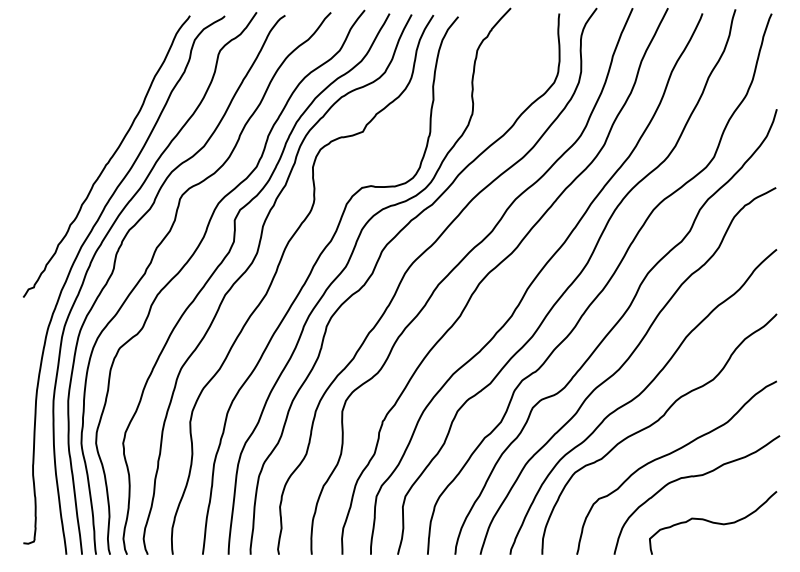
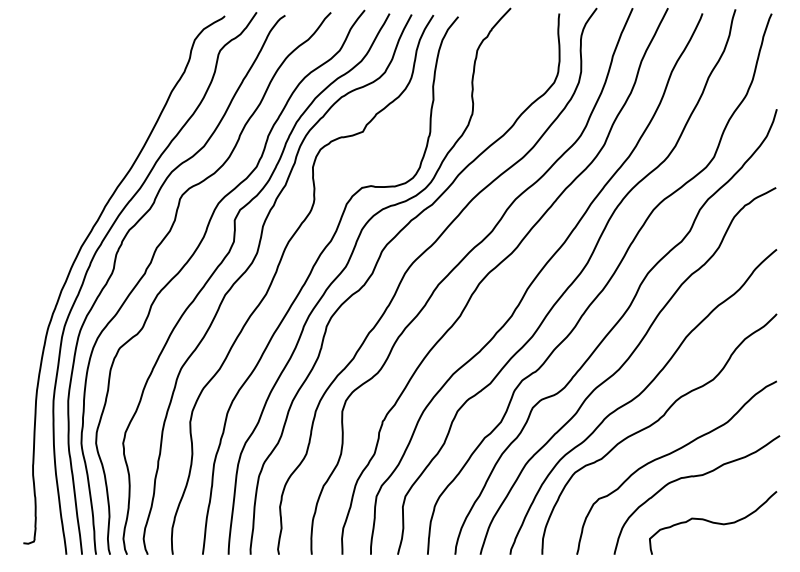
curve at (109, 158): present -> none
